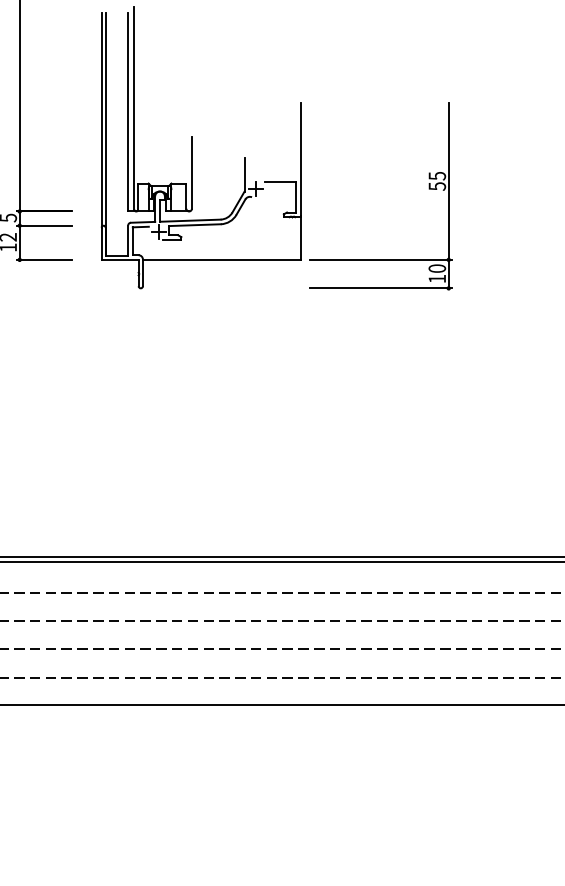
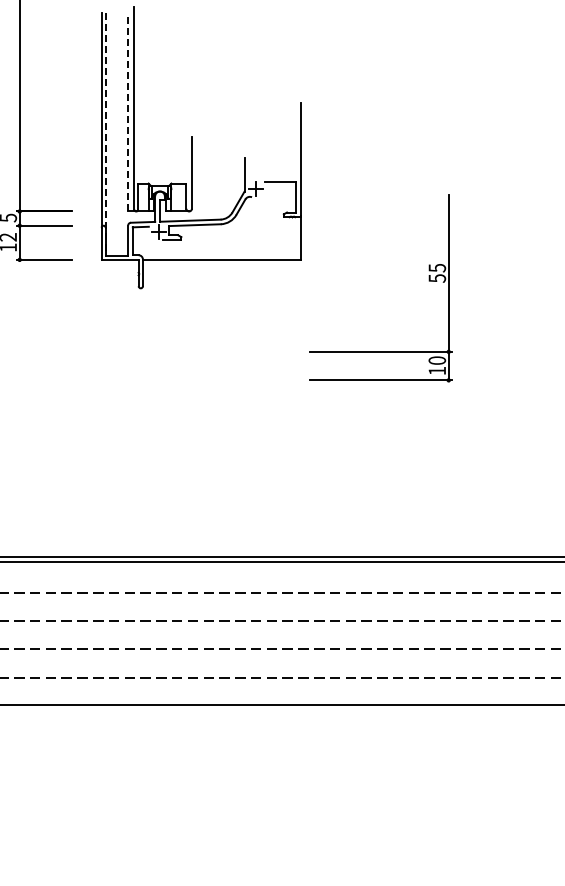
line at (128, 111): solid -> dashed
line at (106, 134): solid -> dashed
part at (428, 188) position: (428, 188) -> (428, 280)
